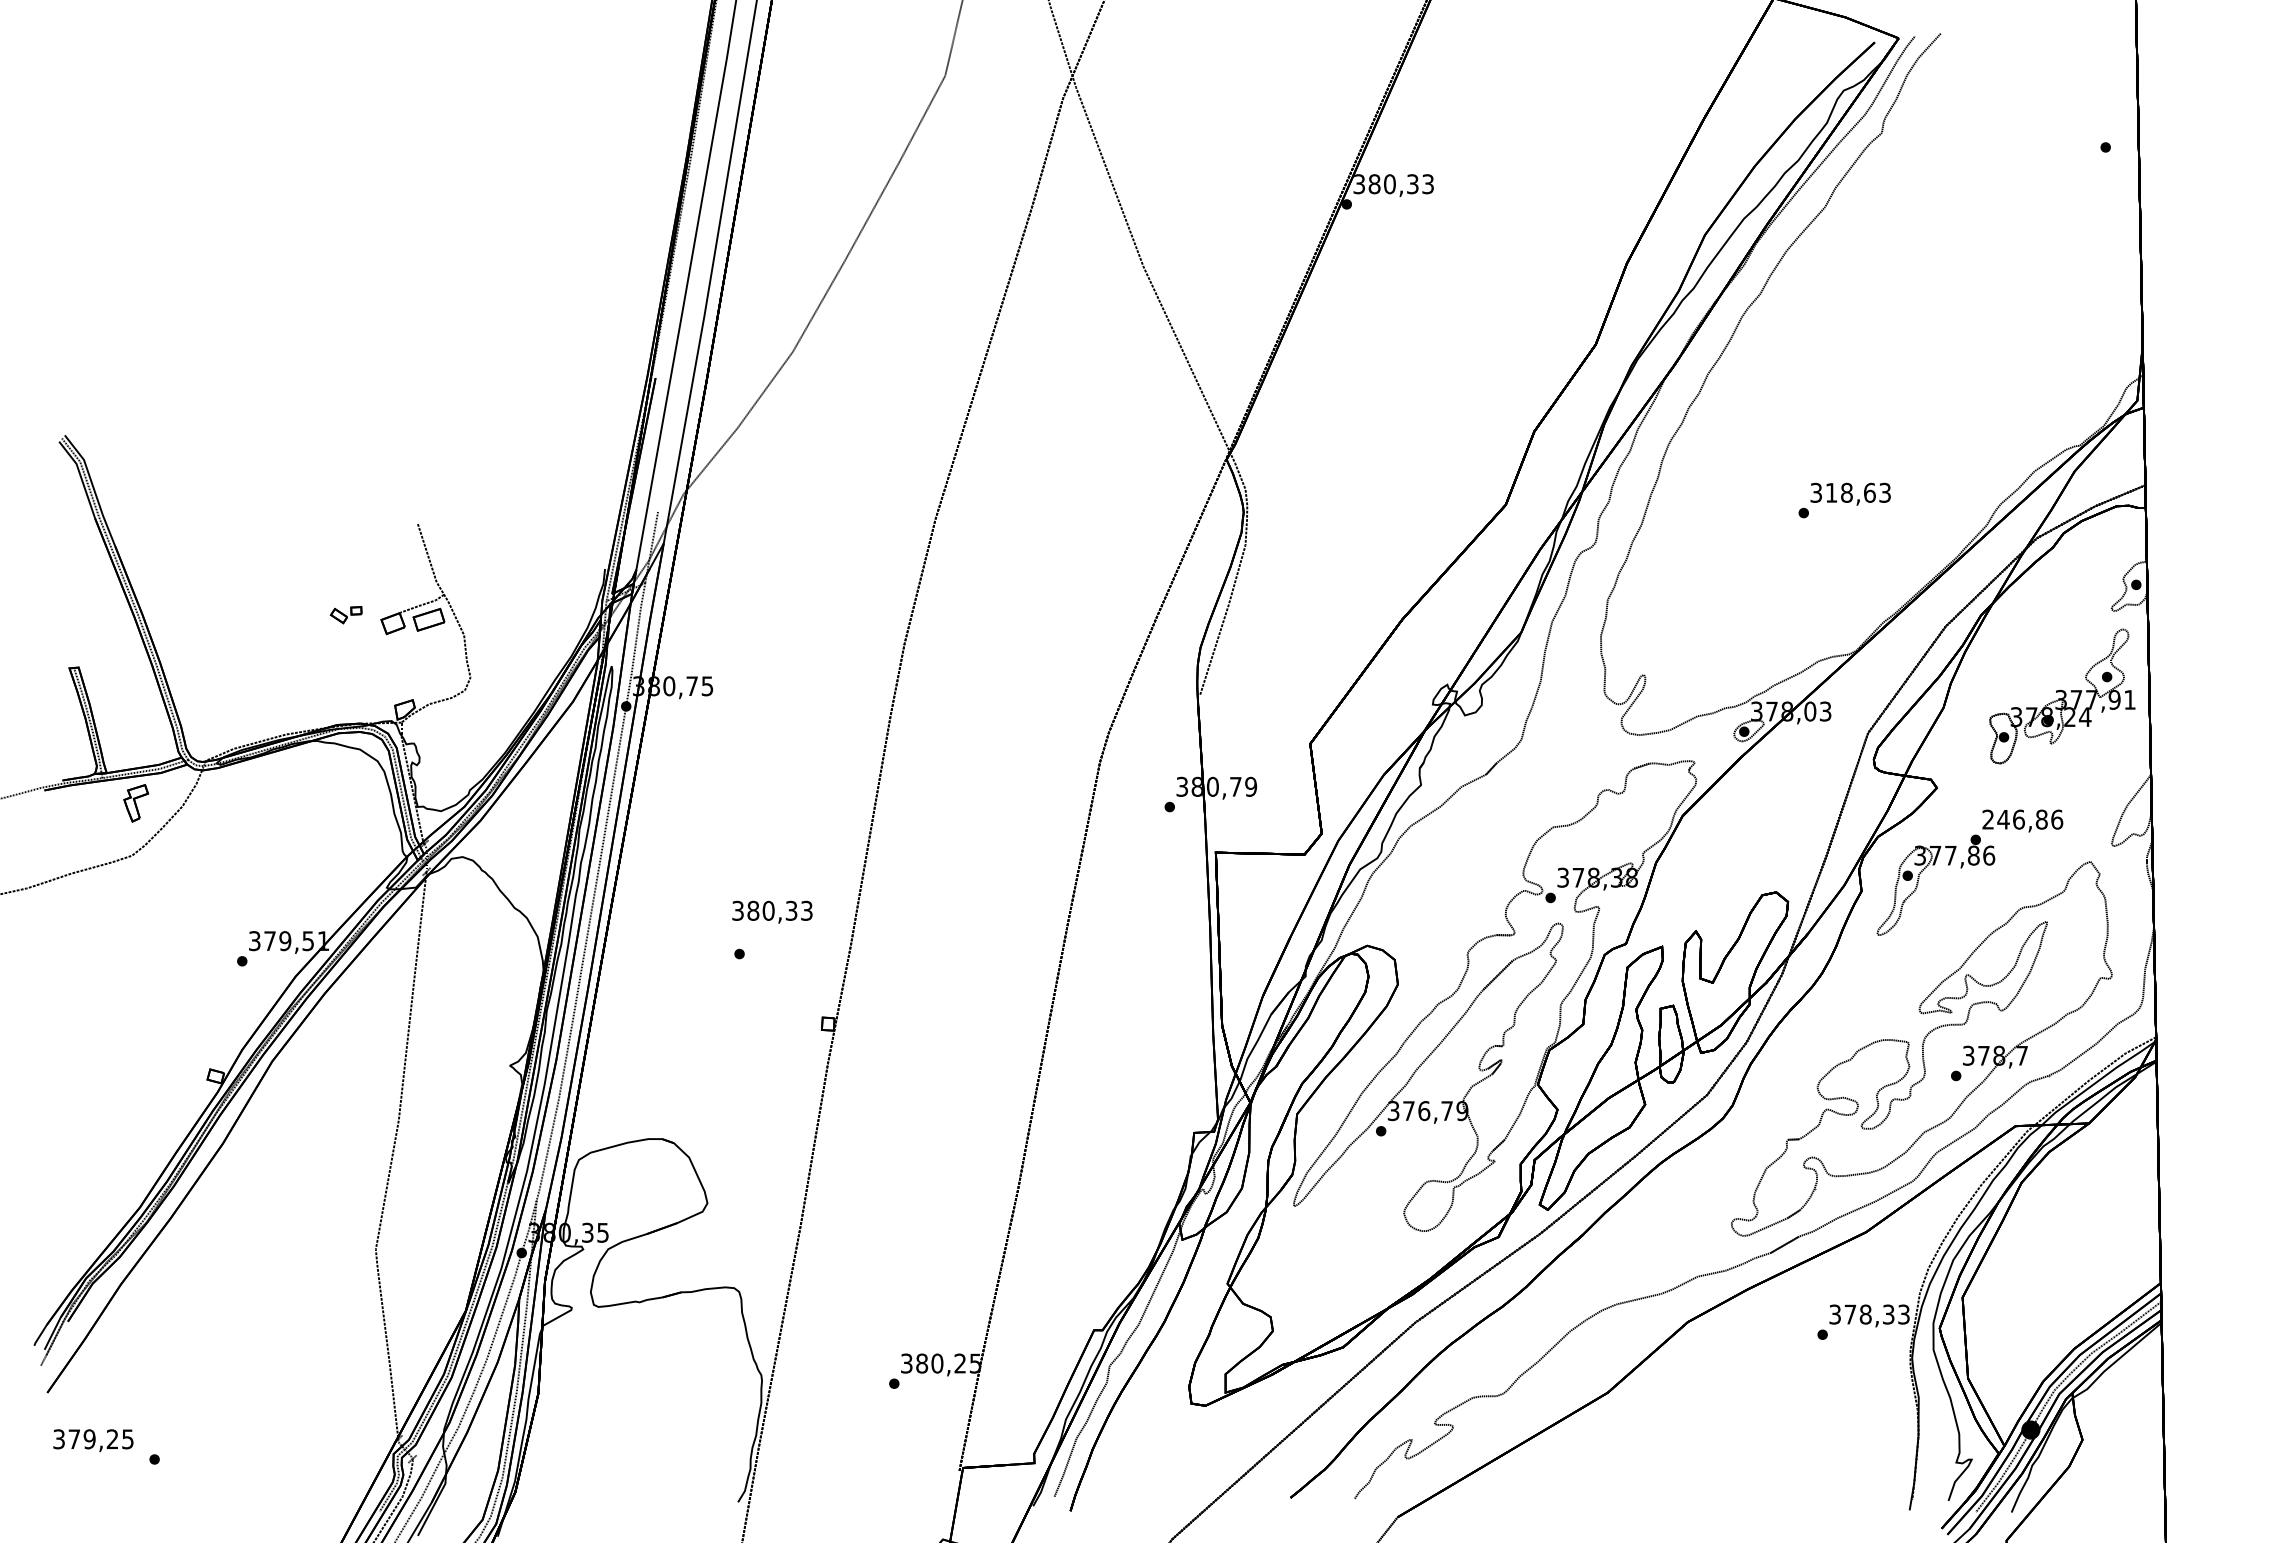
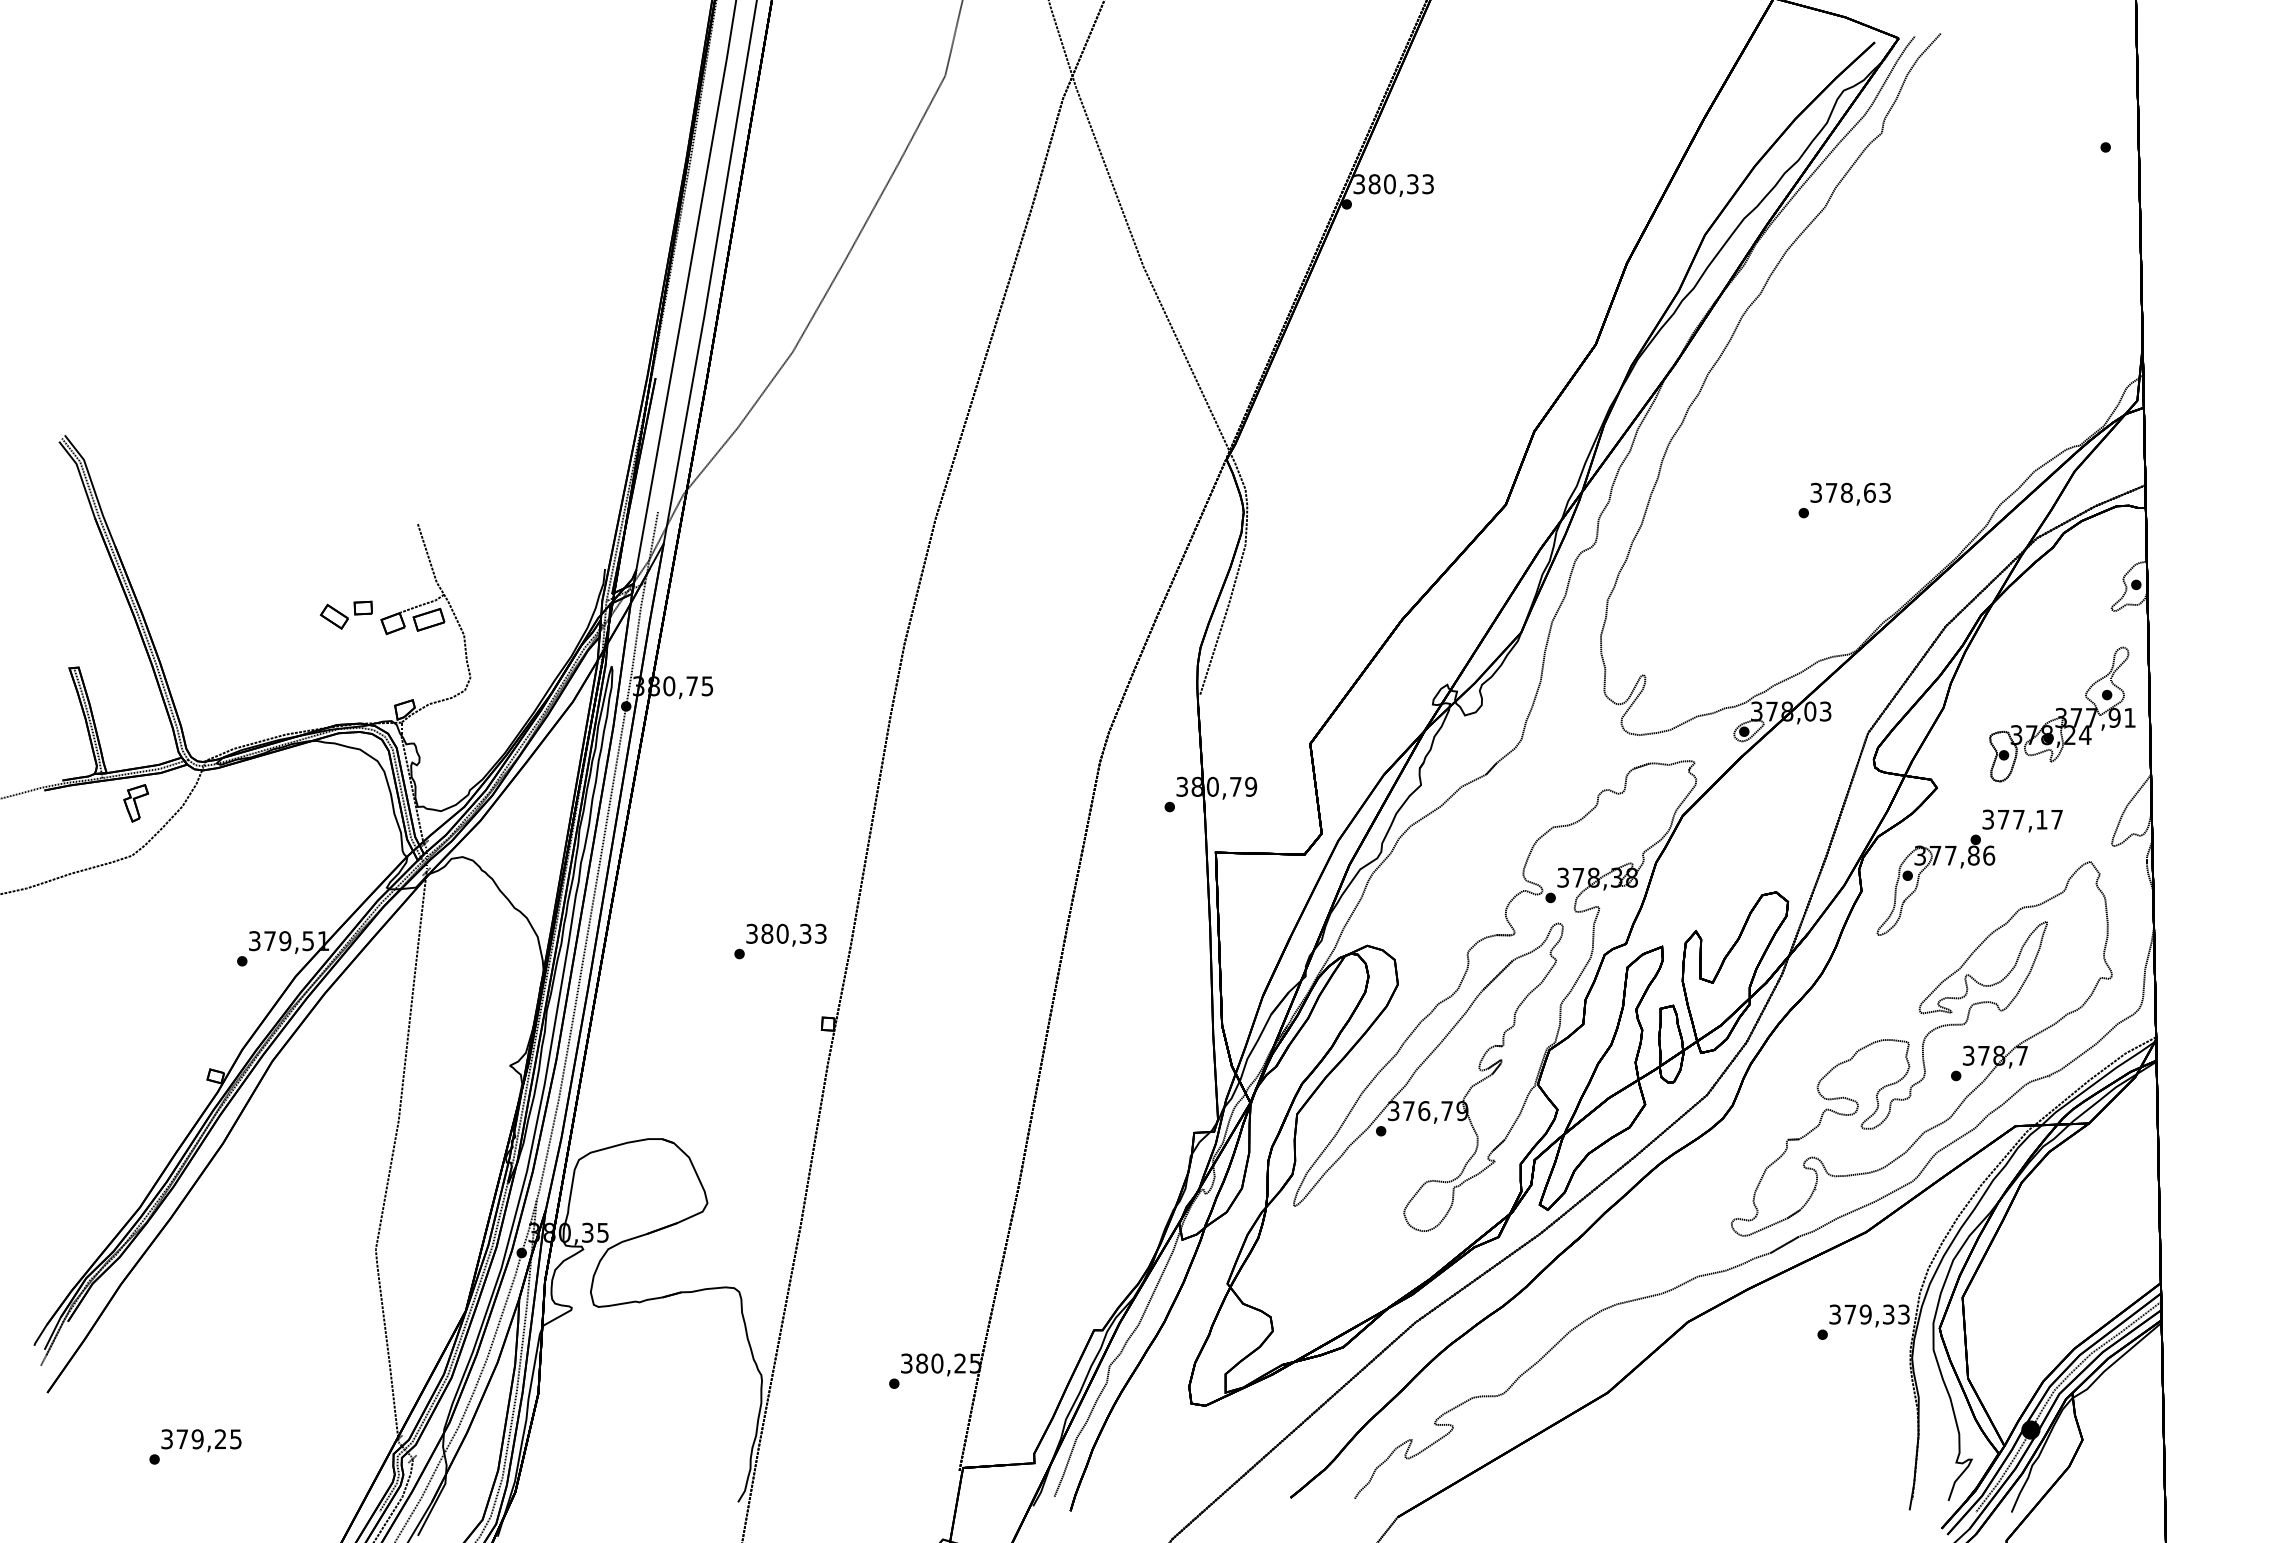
text at (1831, 492): 318,63 -> 378,63
part at (345, 615) size: 34x19 px -> 54x30 px
part at (2062, 696) position: (2062, 696) -> (2062, 714)
text at (2022, 819): 246,86 -> 377,17
text at (772, 911) position: (772, 911) -> (786, 934)
text at (1865, 1314): 378,33 -> 379,33
text at (93, 1440) position: (93, 1440) -> (201, 1440)
